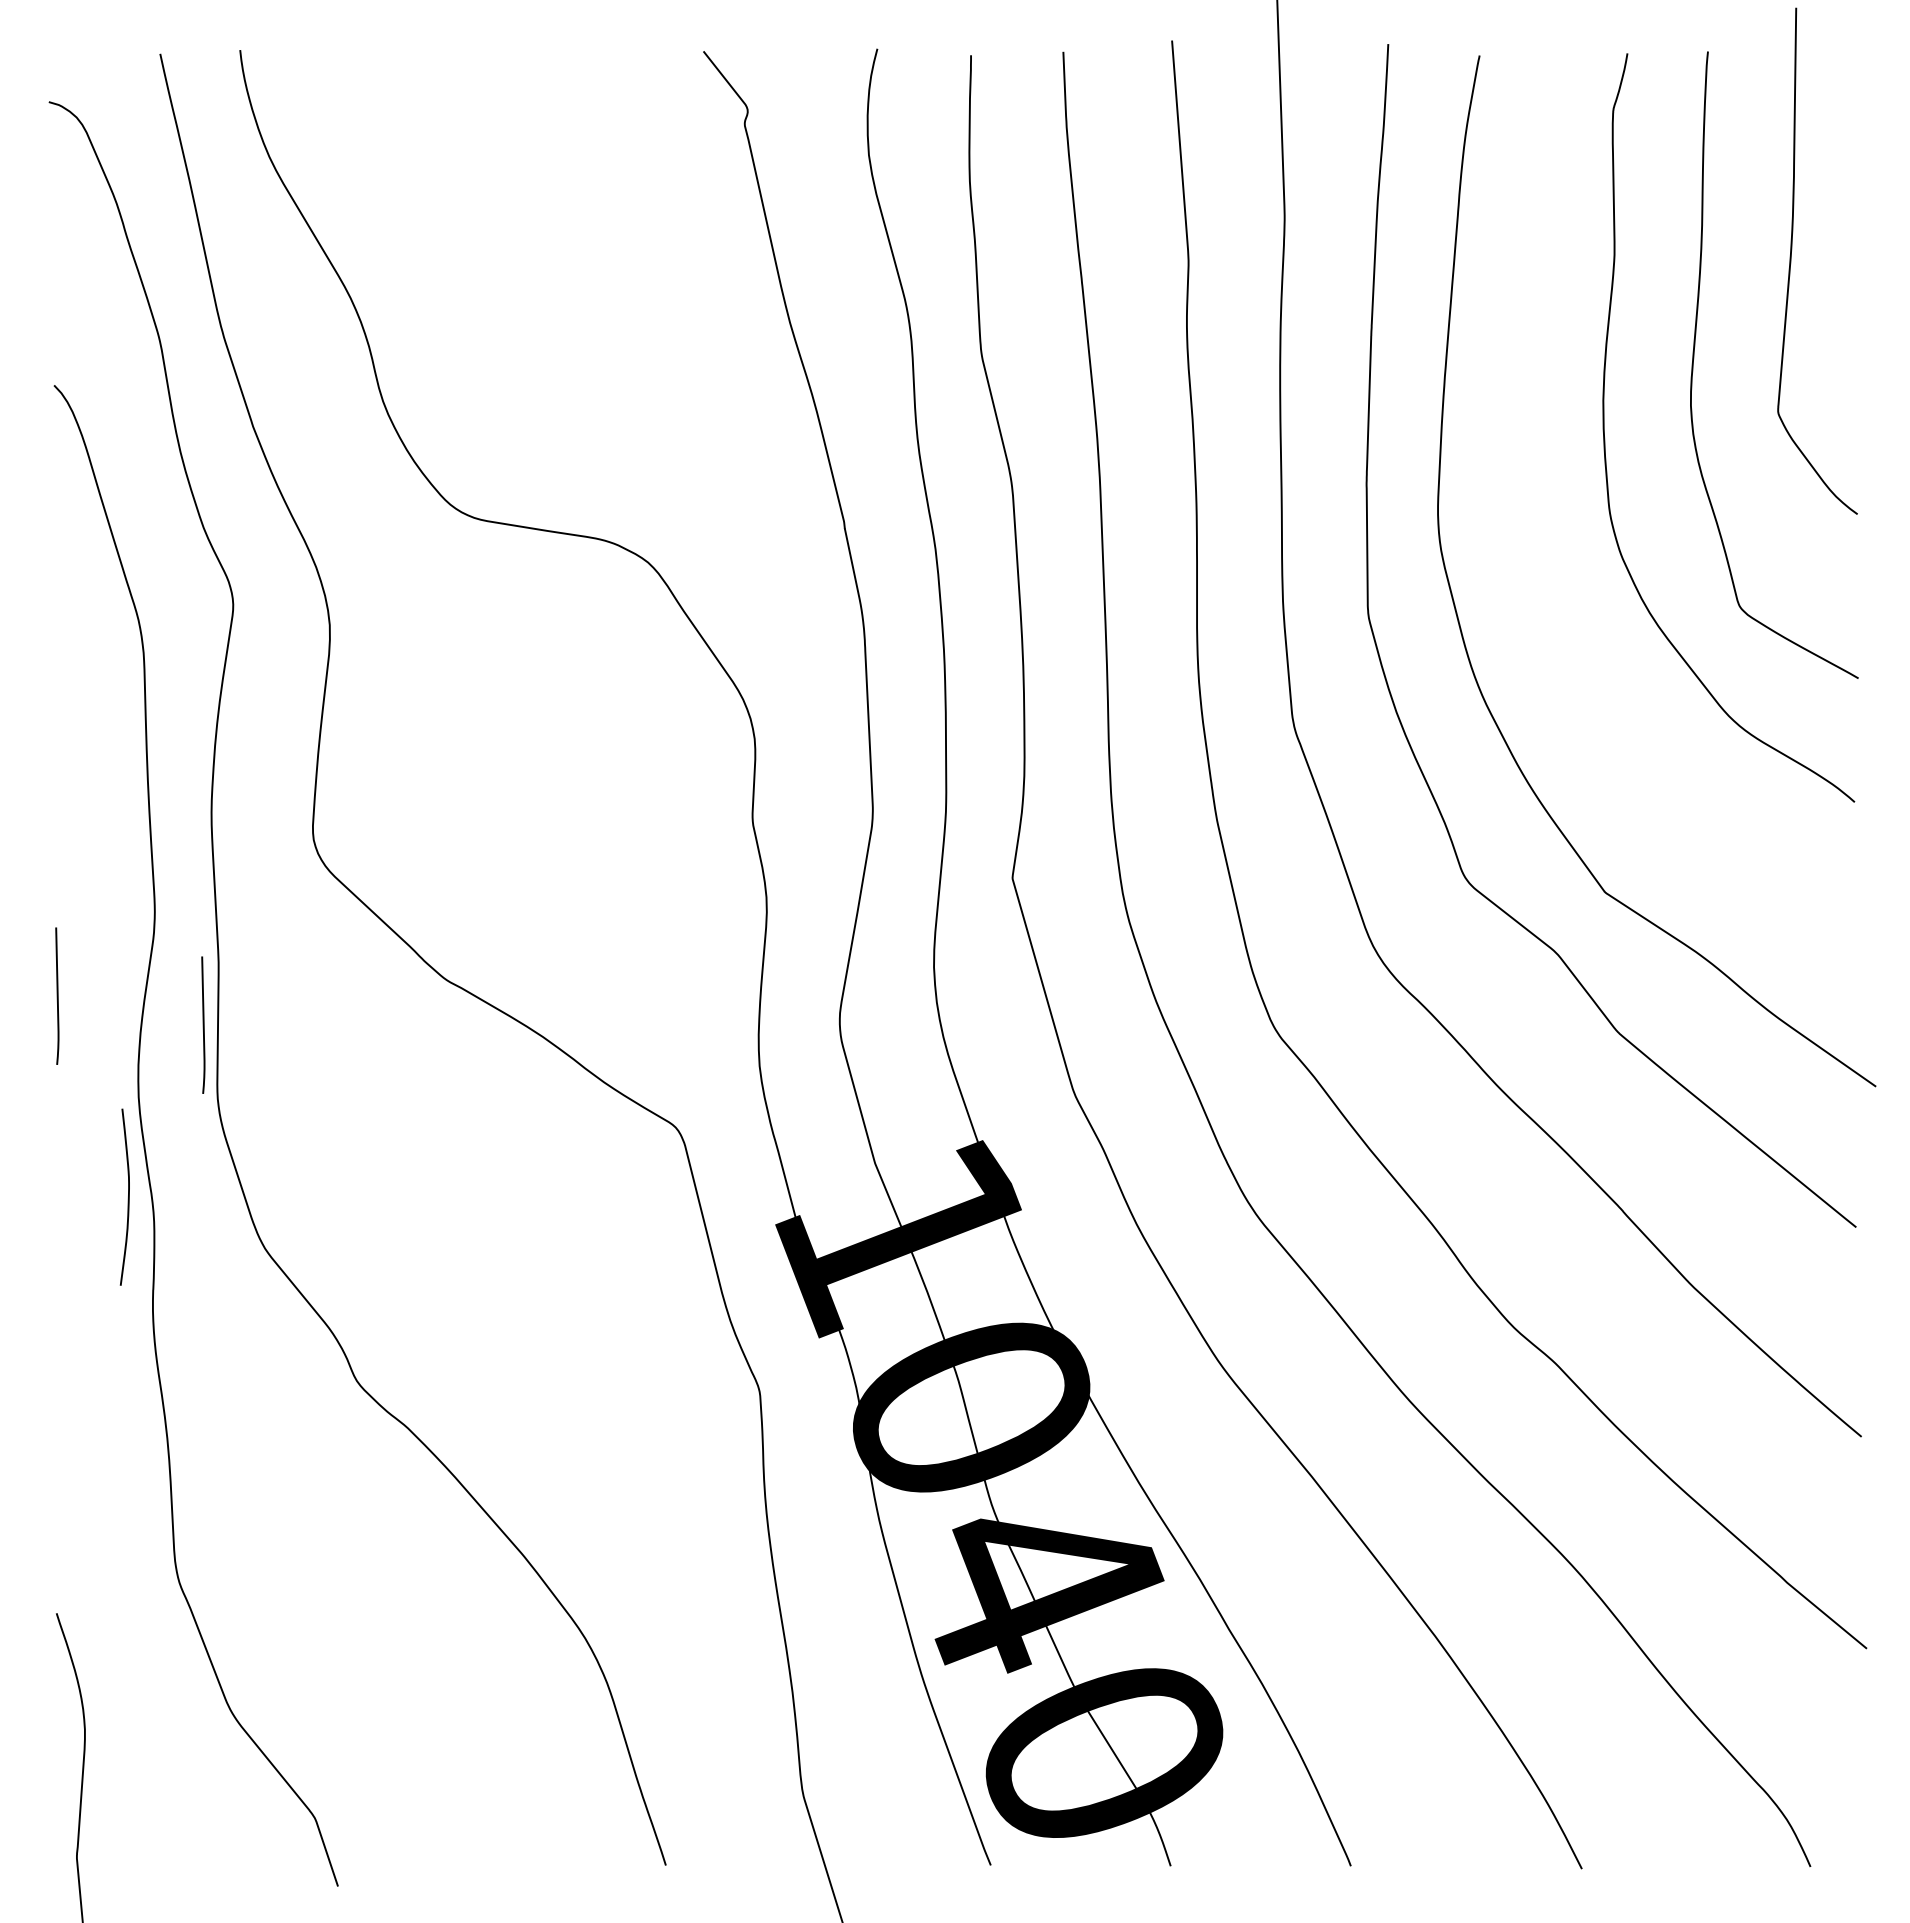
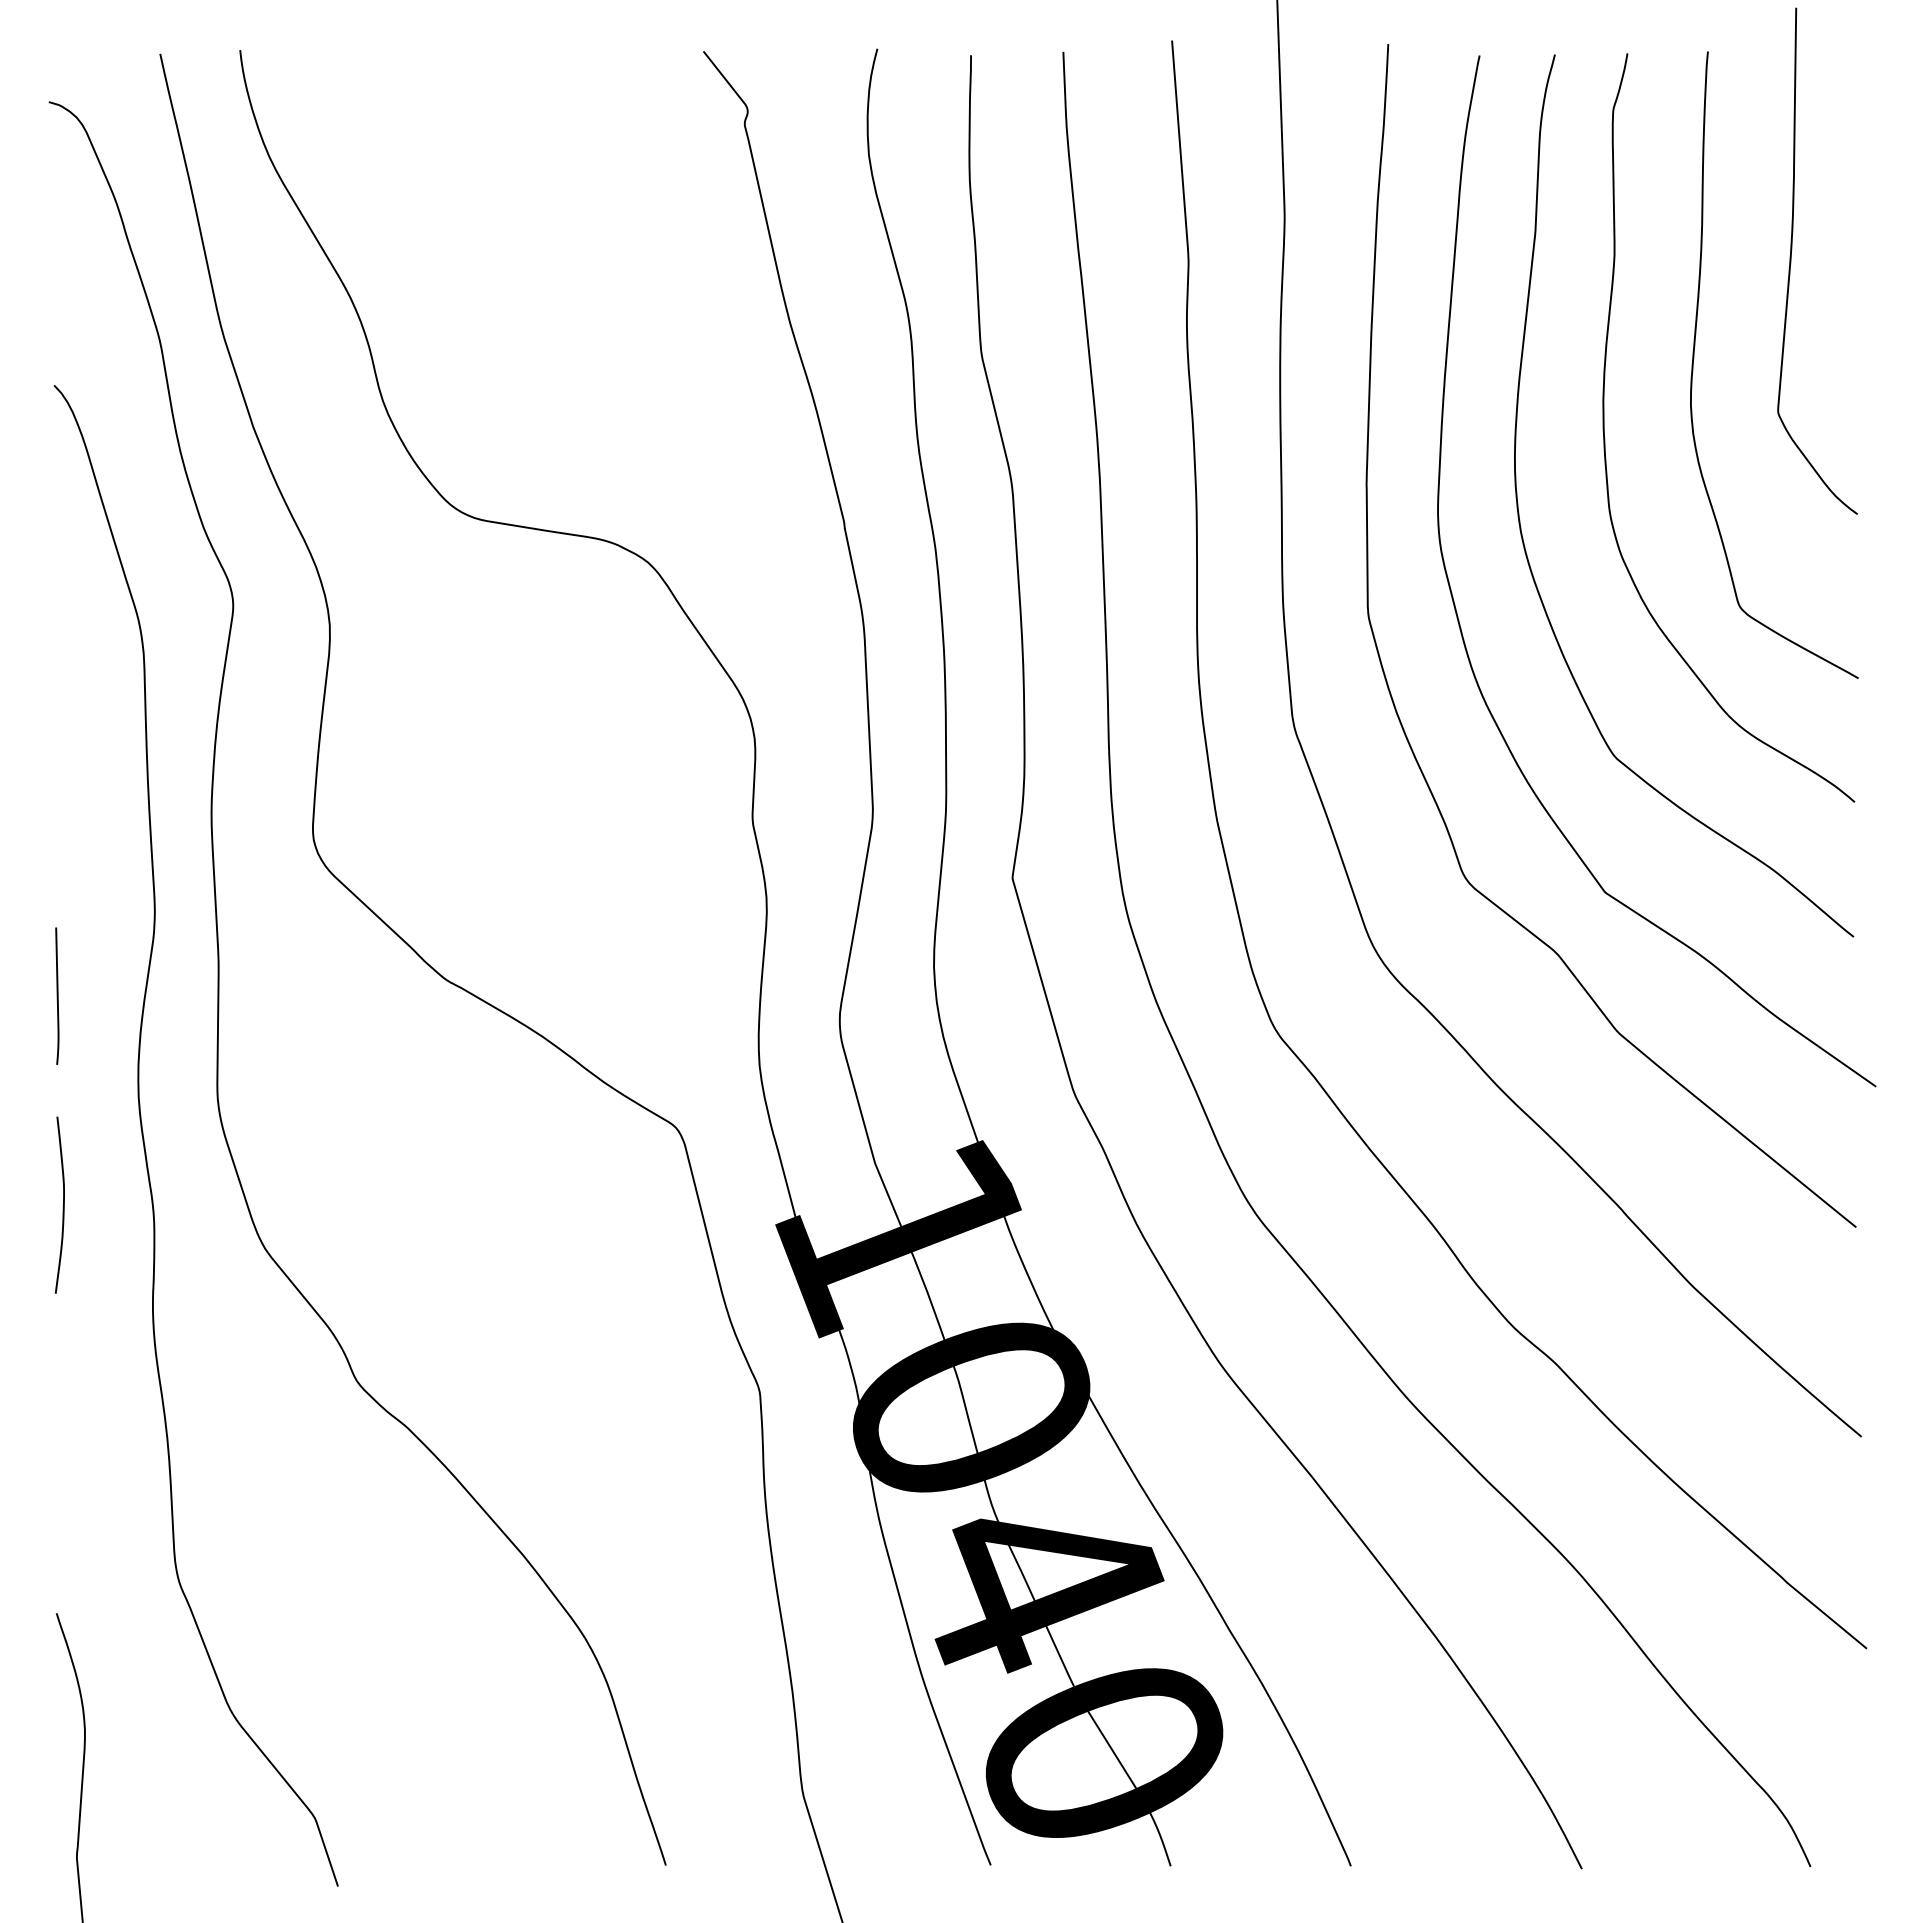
curve at (1519, 512): none -> present
curve at (203, 1024): present -> none
curve at (127, 1198) position: (127, 1198) -> (62, 1206)
